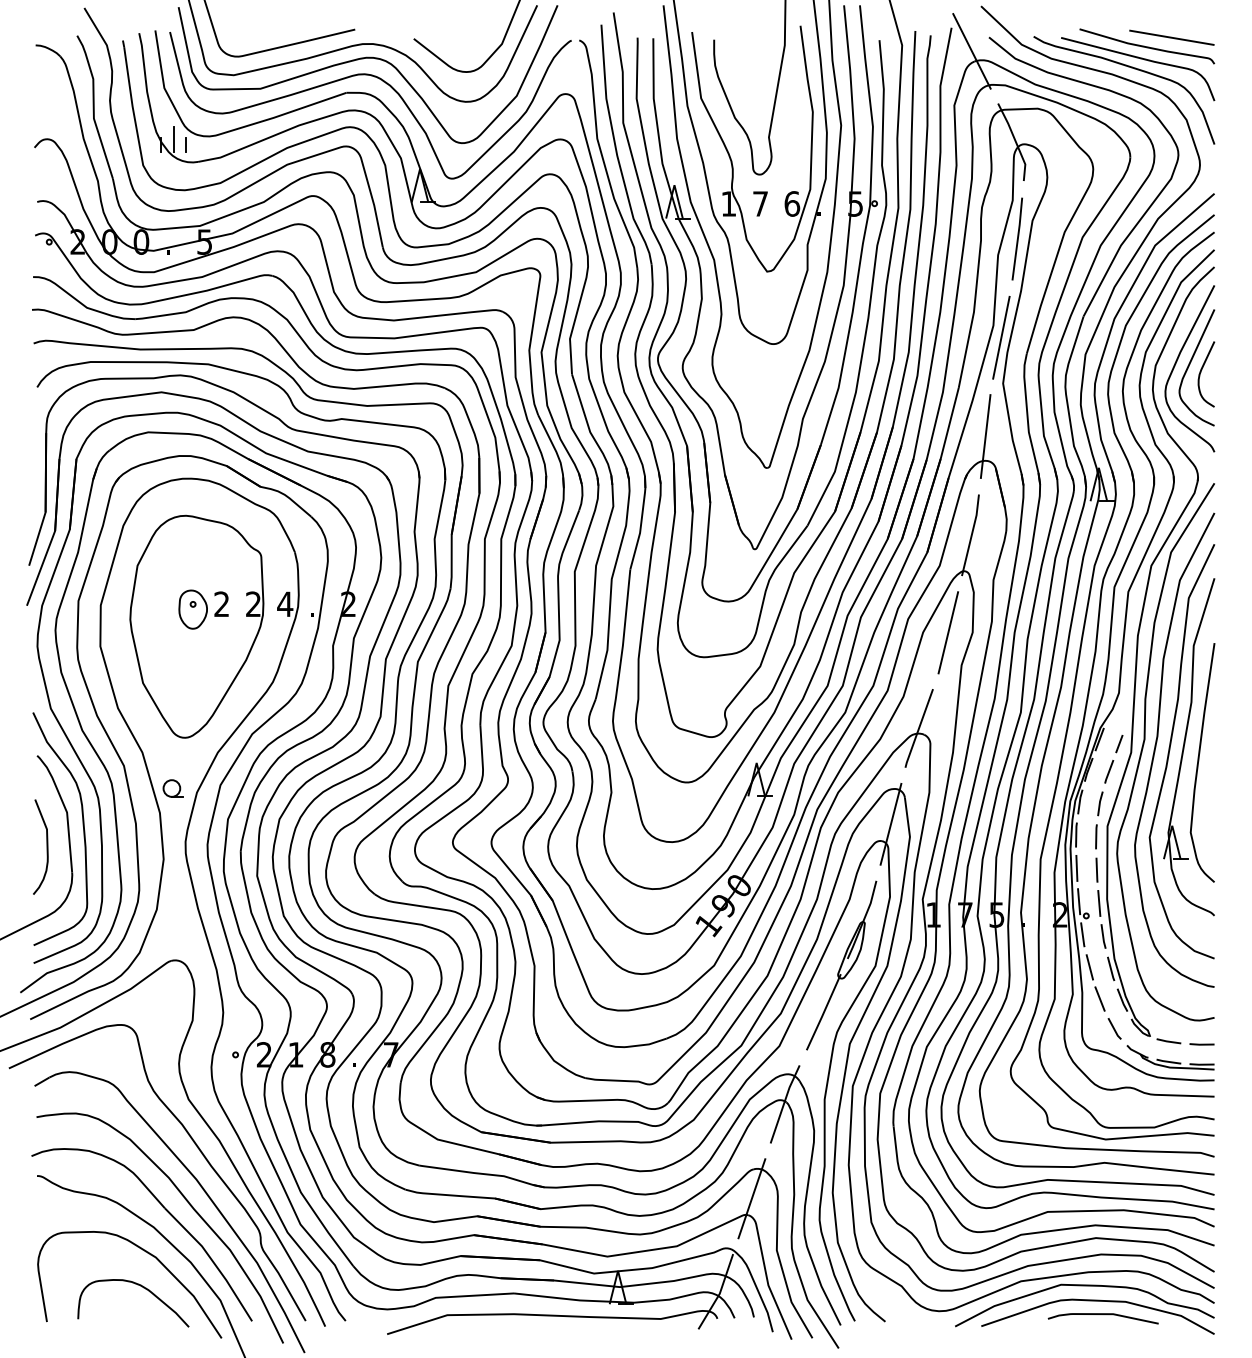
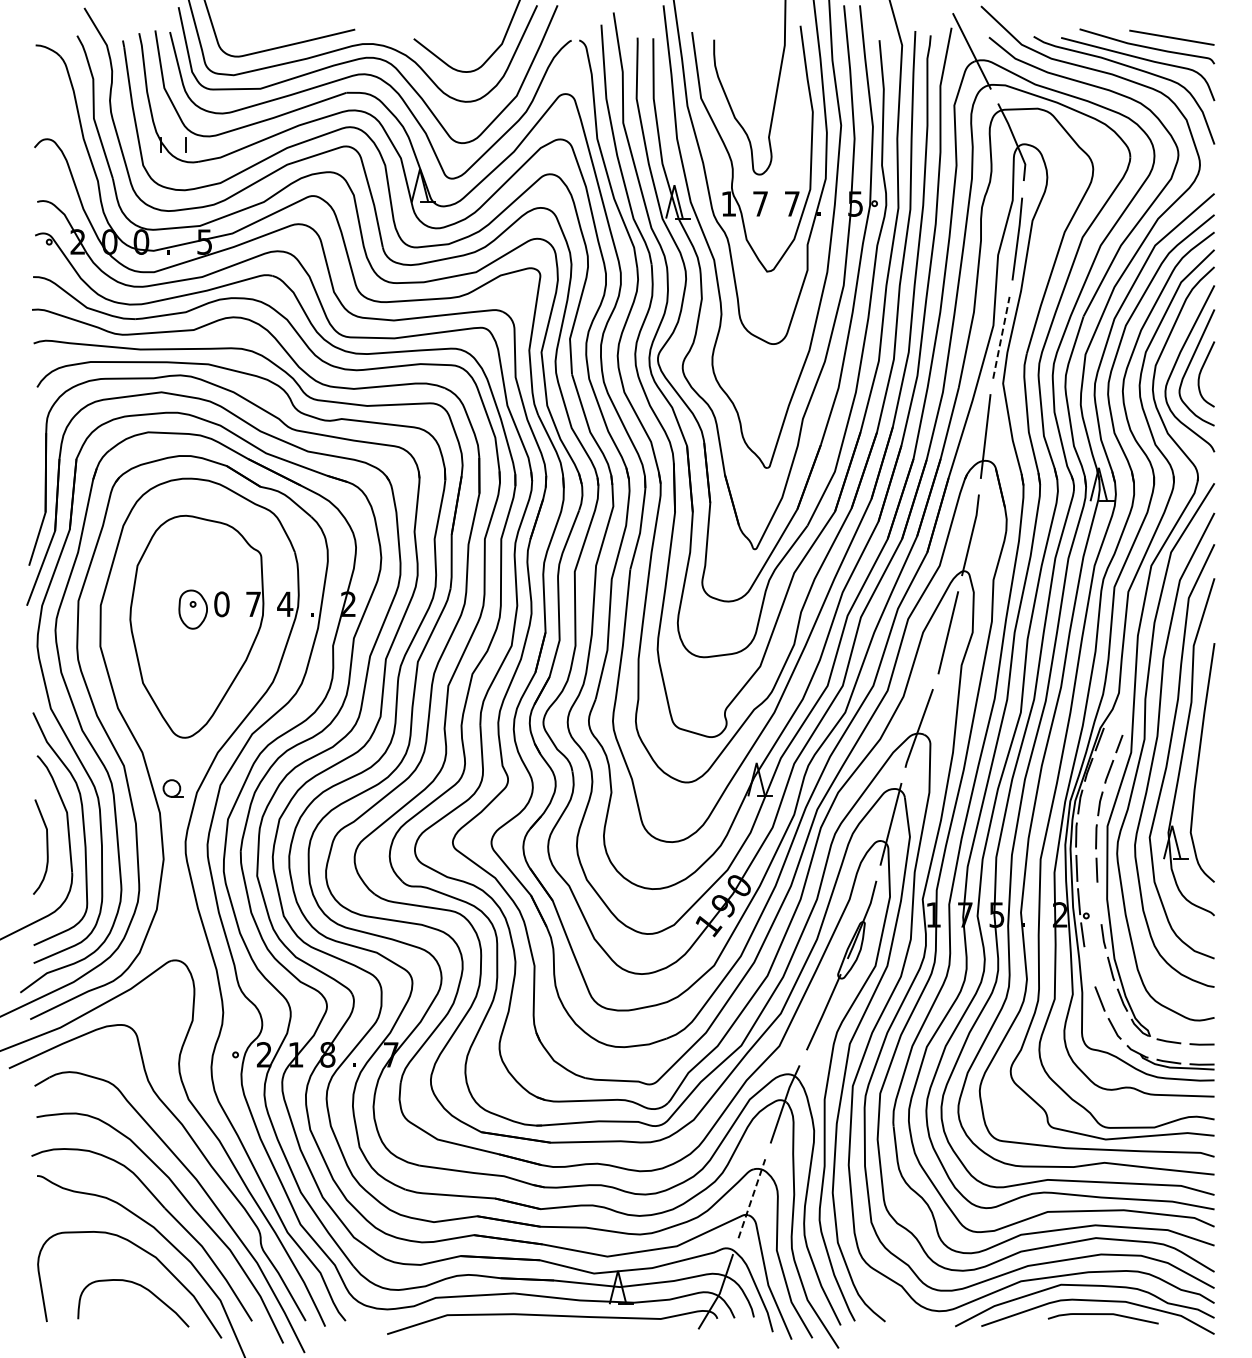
line at (173, 139): present -> none
text at (792, 203): 6 -> 7
line at (1001, 337): solid -> dashed
text at (253, 603): 2 -> 7
text at (221, 604): 2 -> 0
line at (1099, 903): present -> none
line at (1089, 967): present -> none
line at (751, 1198): solid -> dashed
